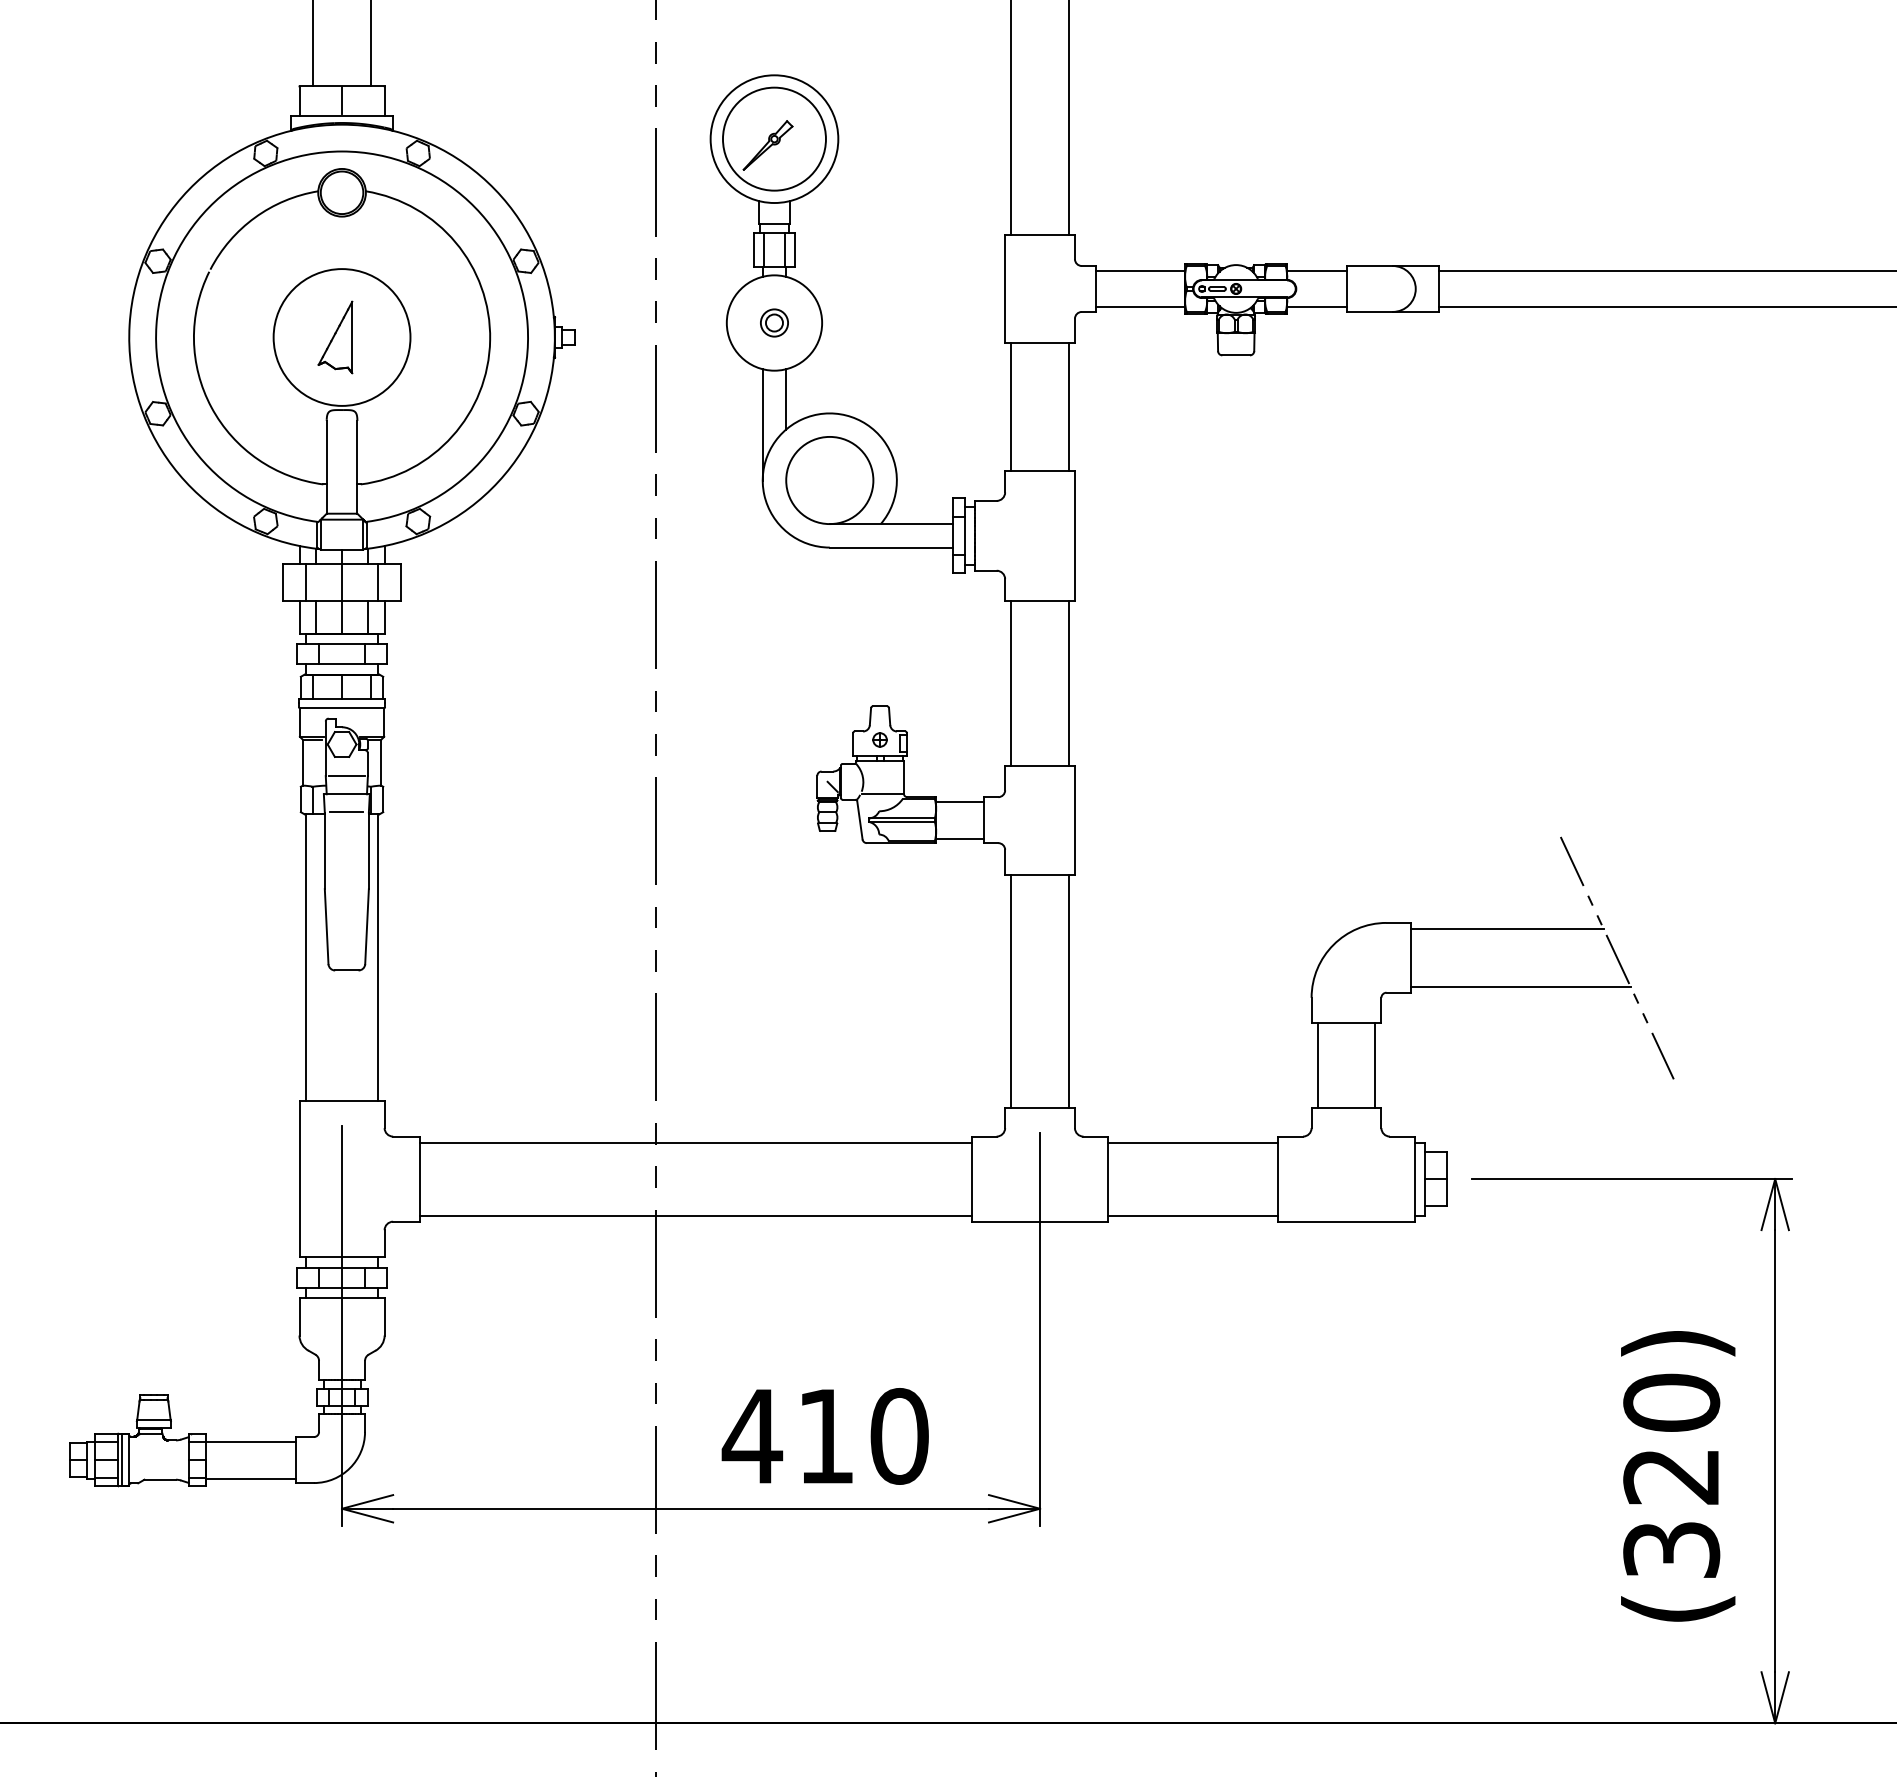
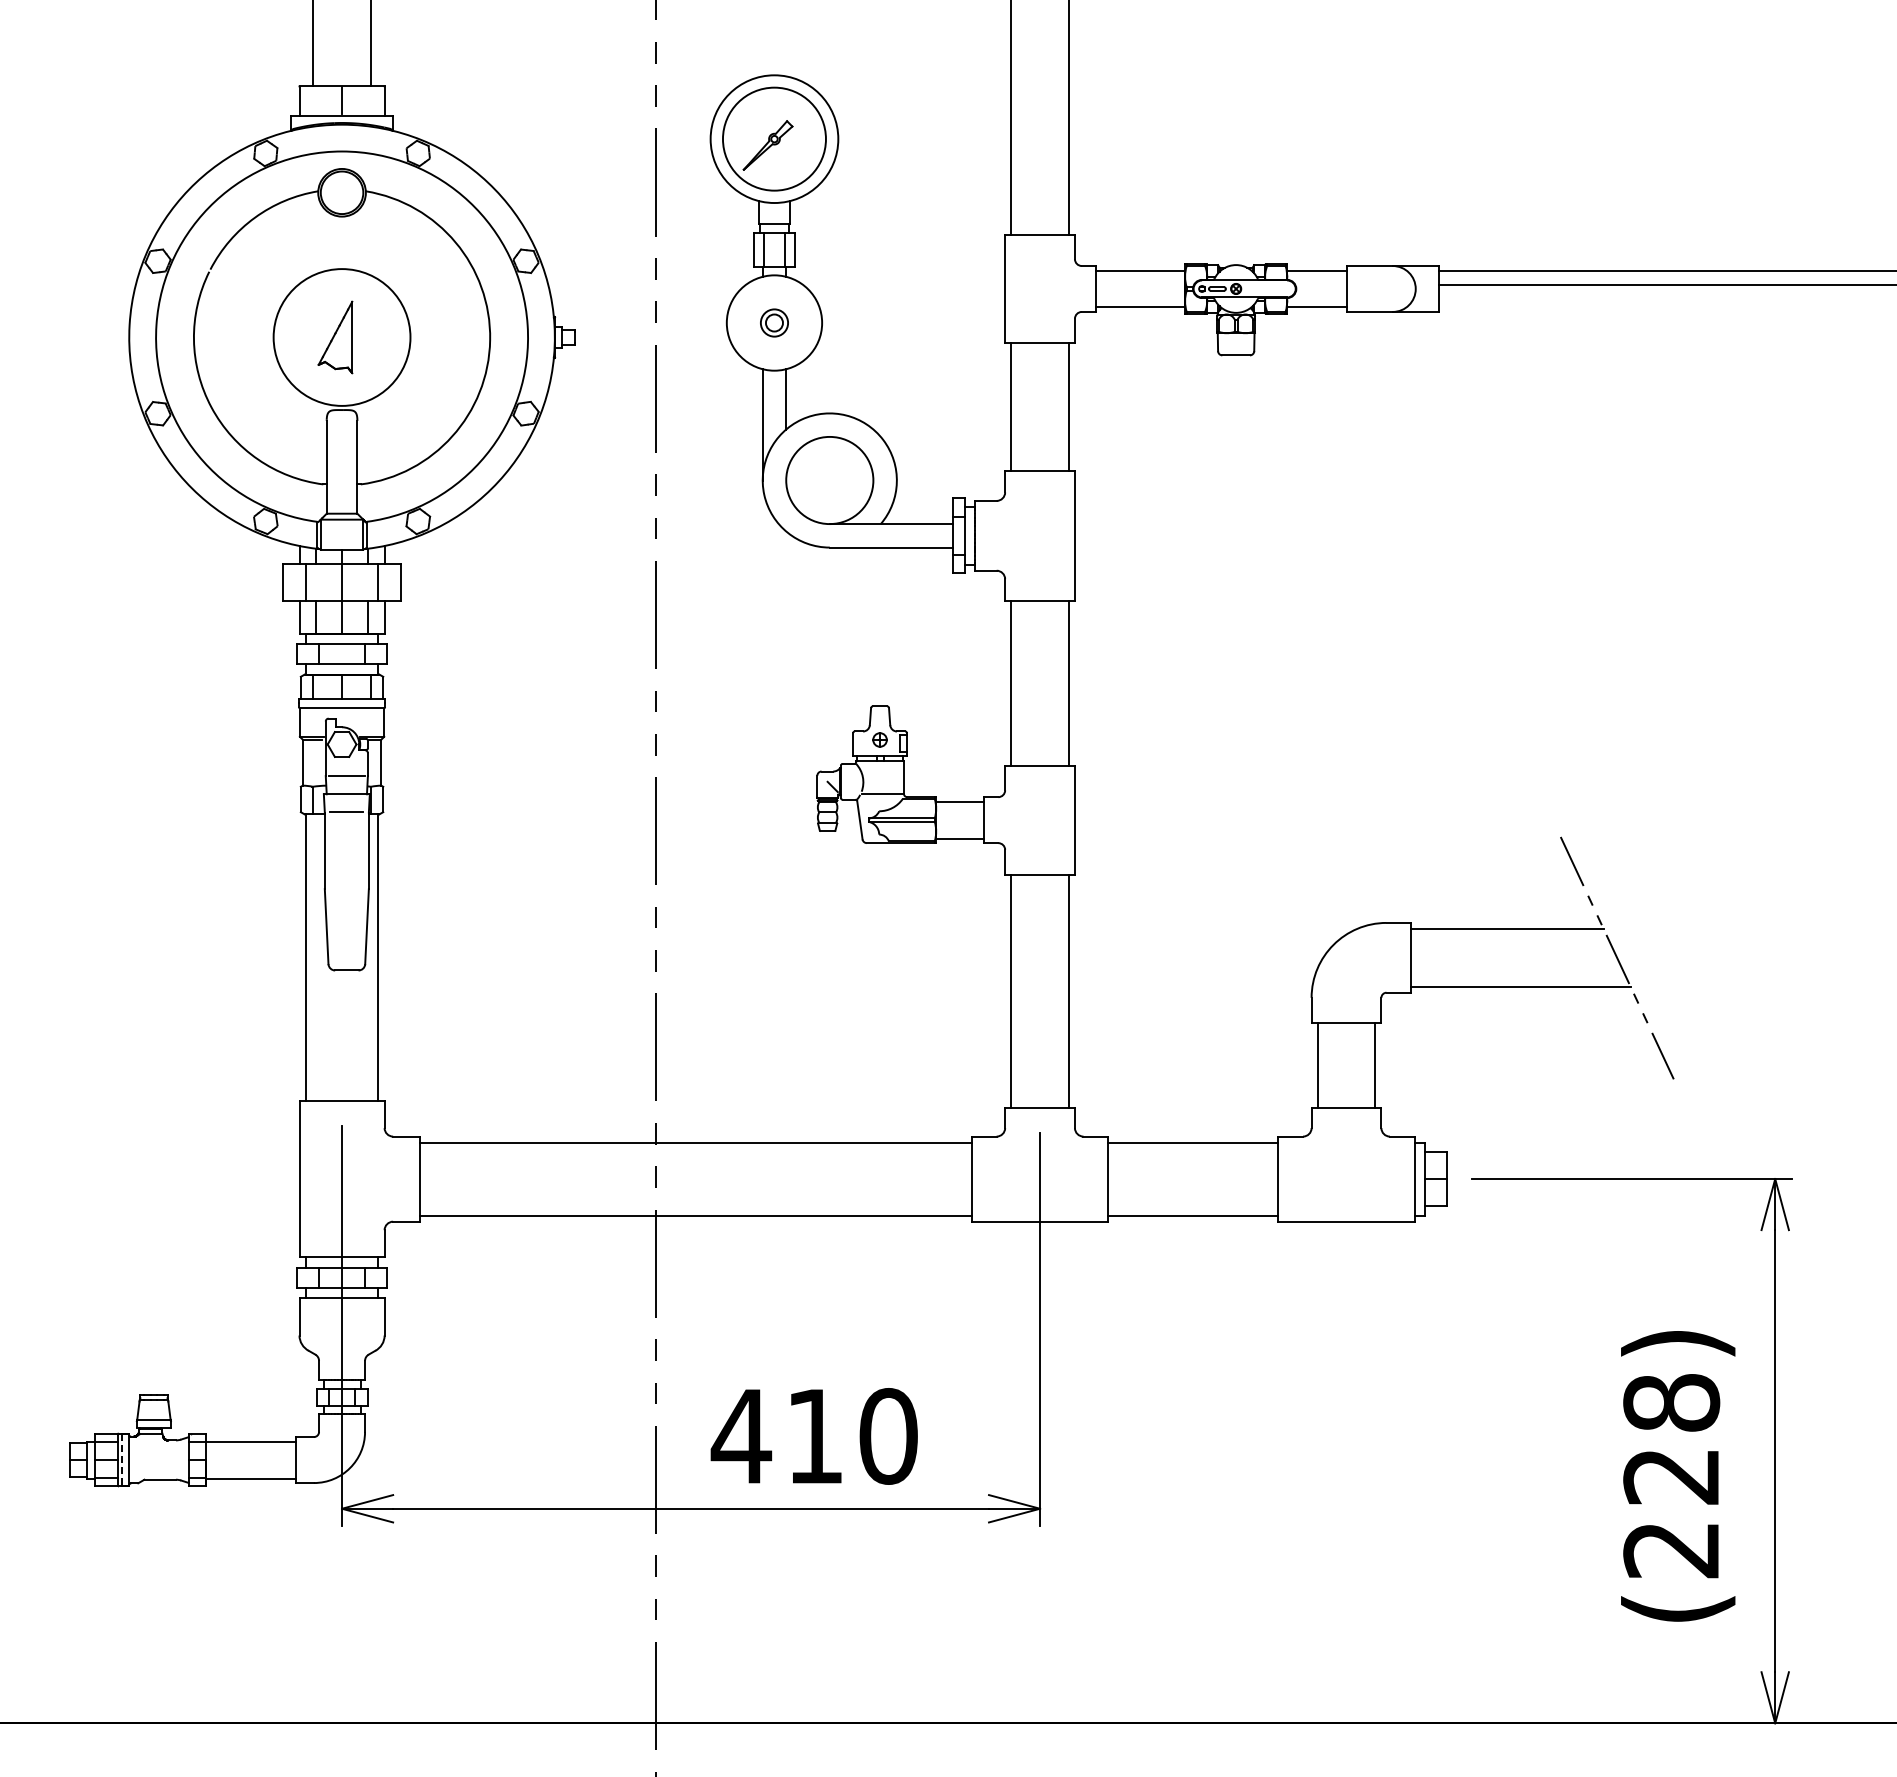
line at (1665, 307) position: (1665, 307) -> (1665, 285)
text at (824, 1436) position: (824, 1436) -> (813, 1436)
line at (122, 1460): solid -> dashed
text at (1671, 1475): (320) -> (228)
